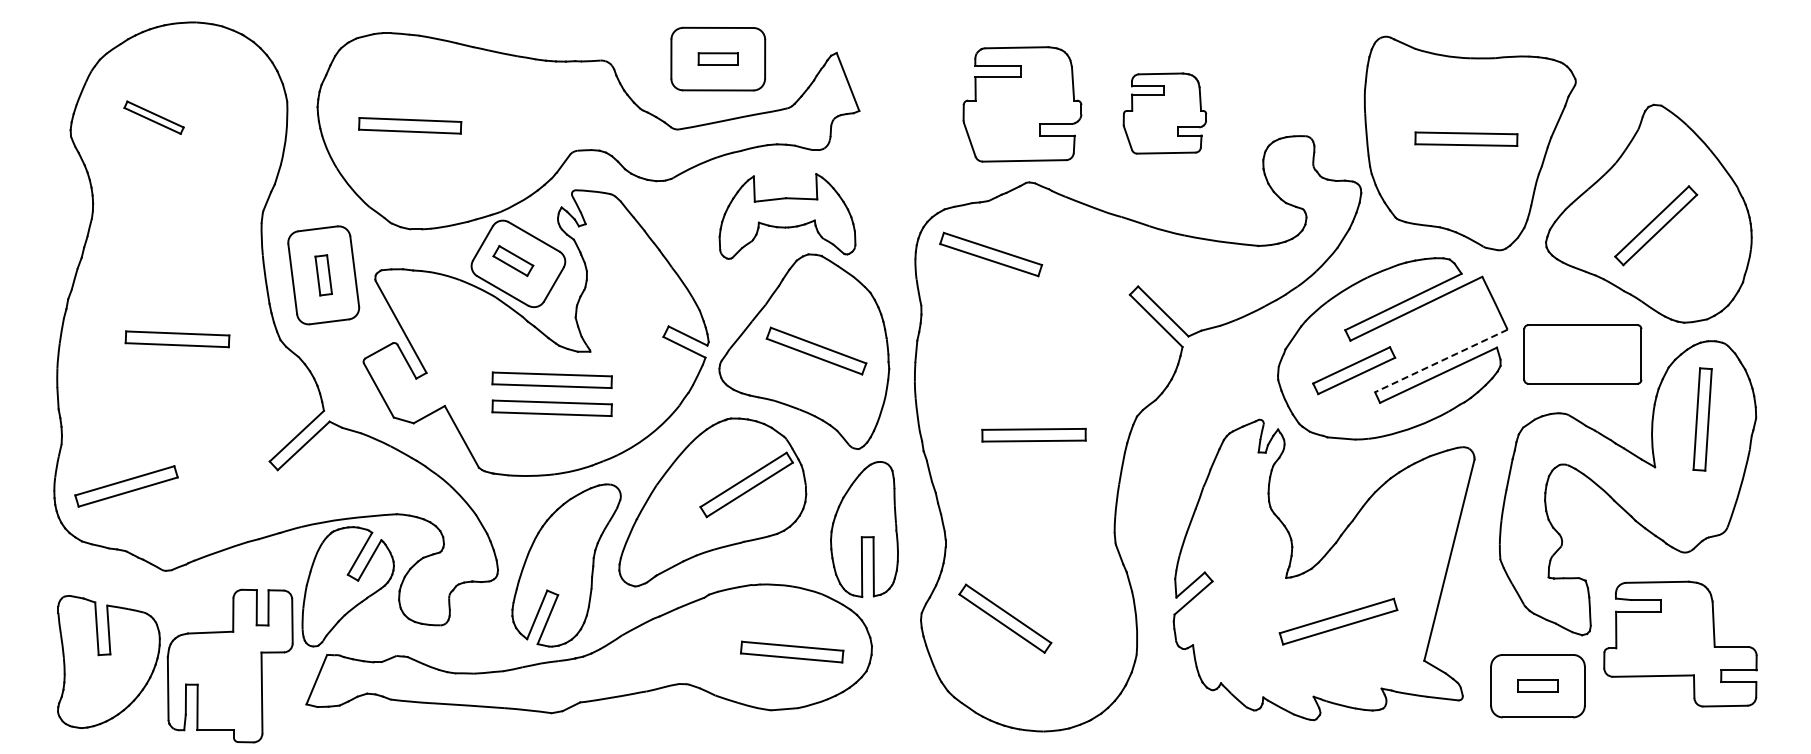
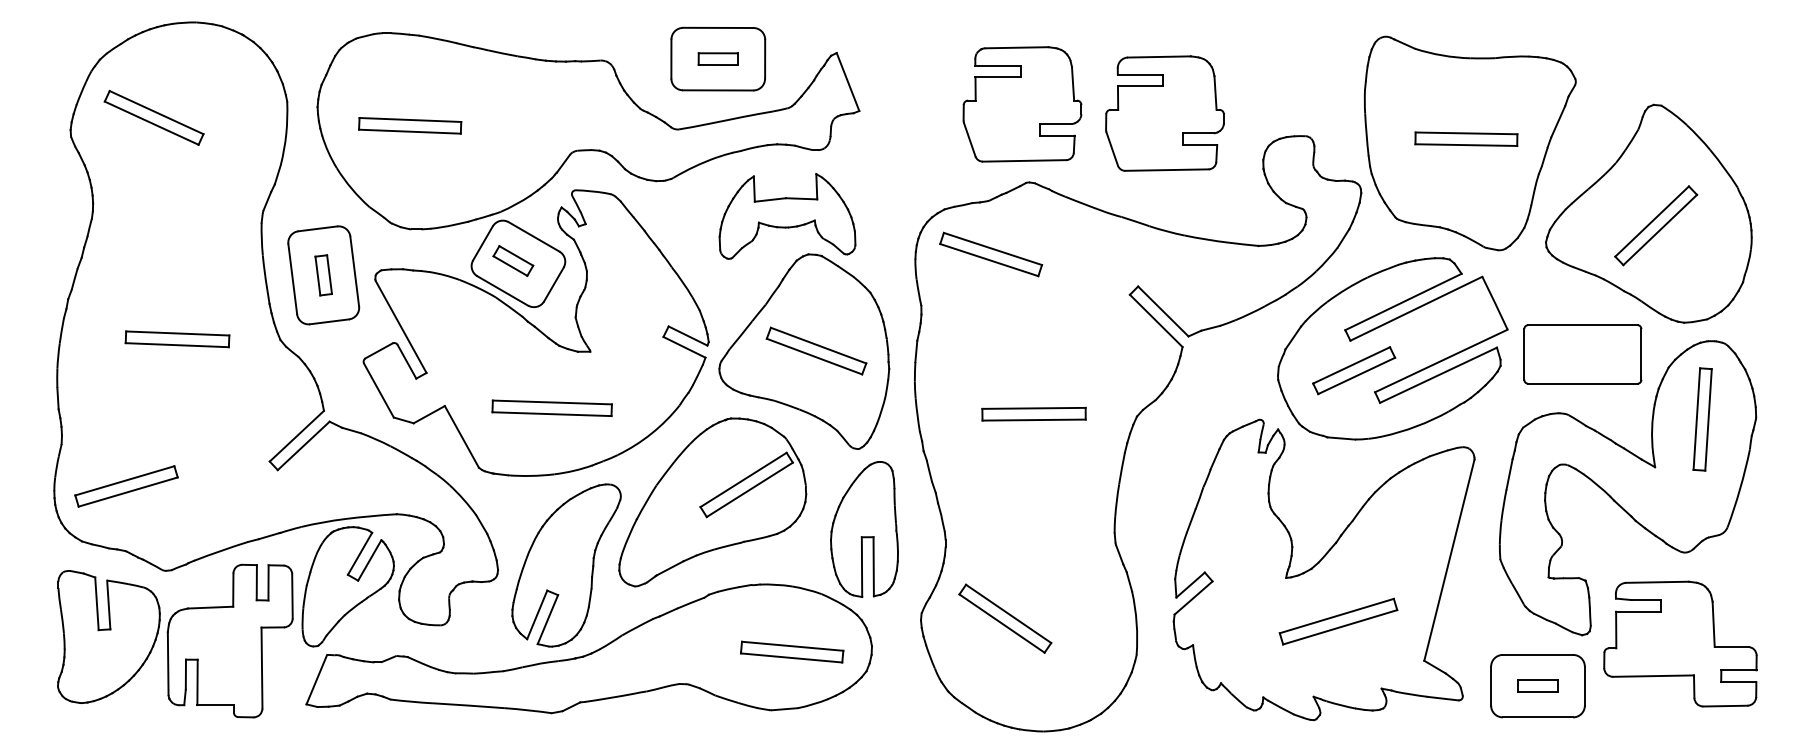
part at (1164, 113) size: 86x83 px -> 120x117 px
part at (153, 117) size: 62x35 px -> 102x57 px
line at (1440, 361): dashed -> solid
part at (551, 379): present -> none
part at (1033, 434) position: (1033, 434) -> (1033, 413)
part at (175, 665) position: (175, 665) -> (175, 640)
